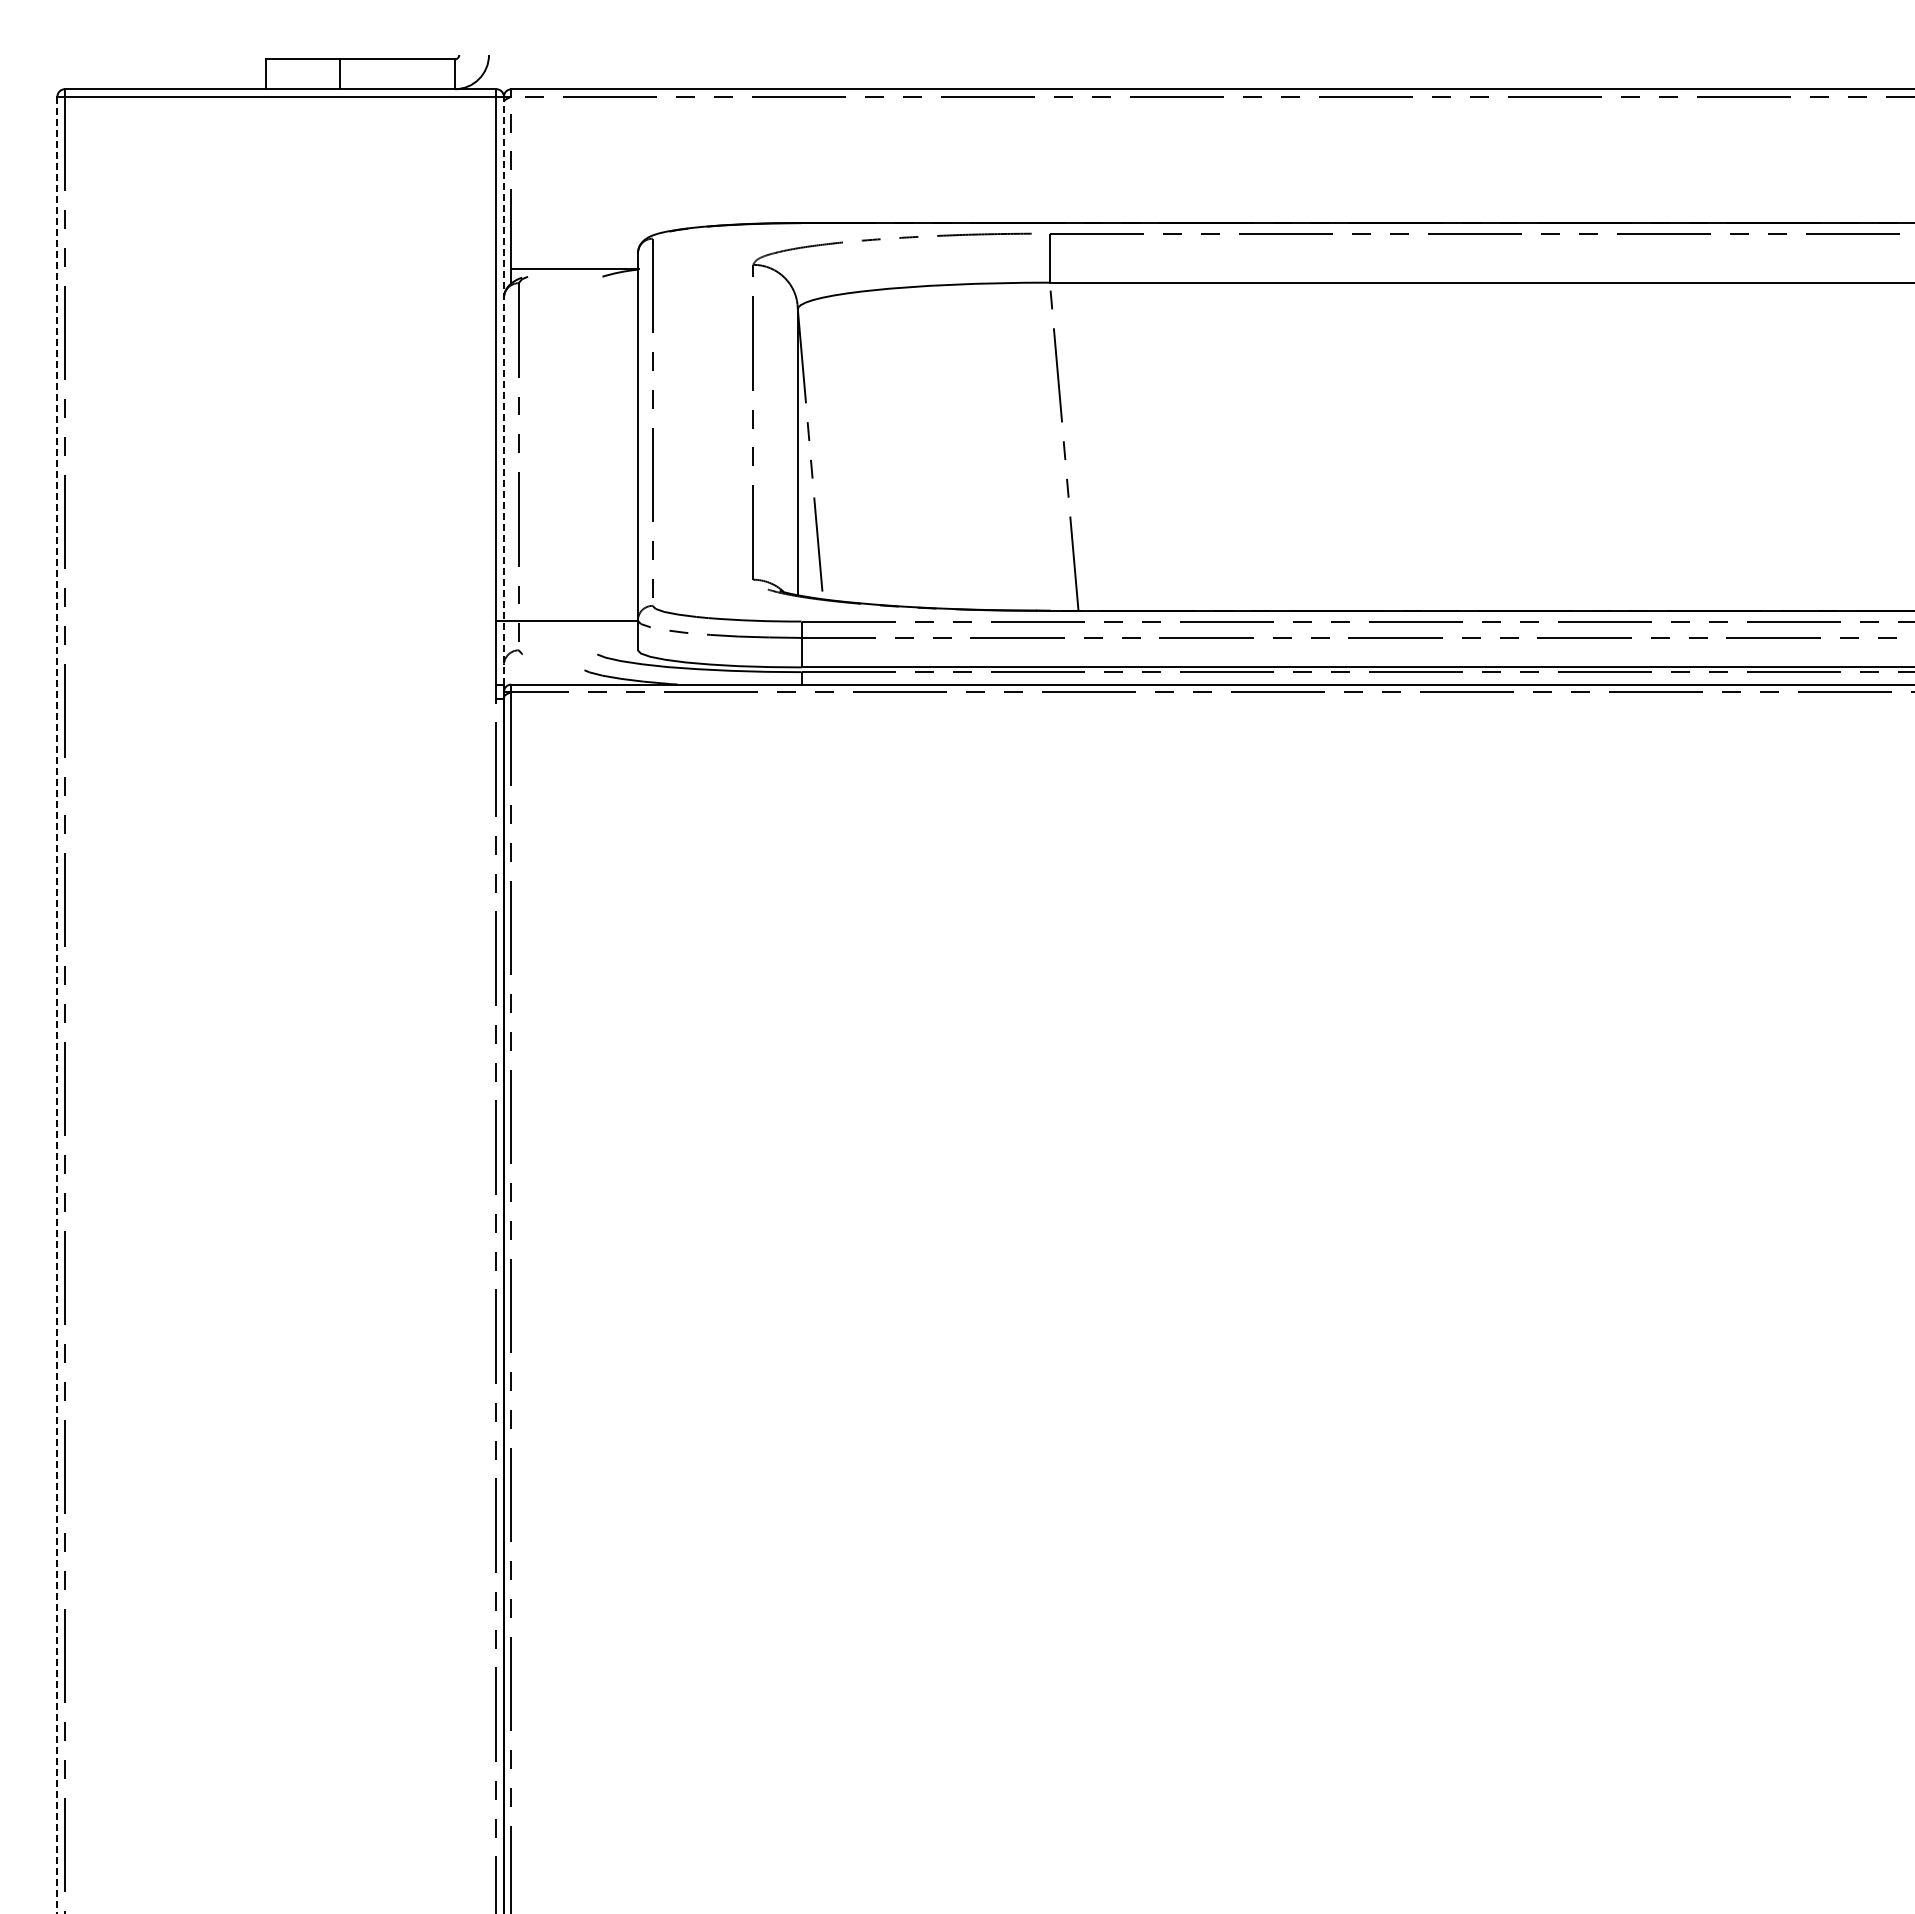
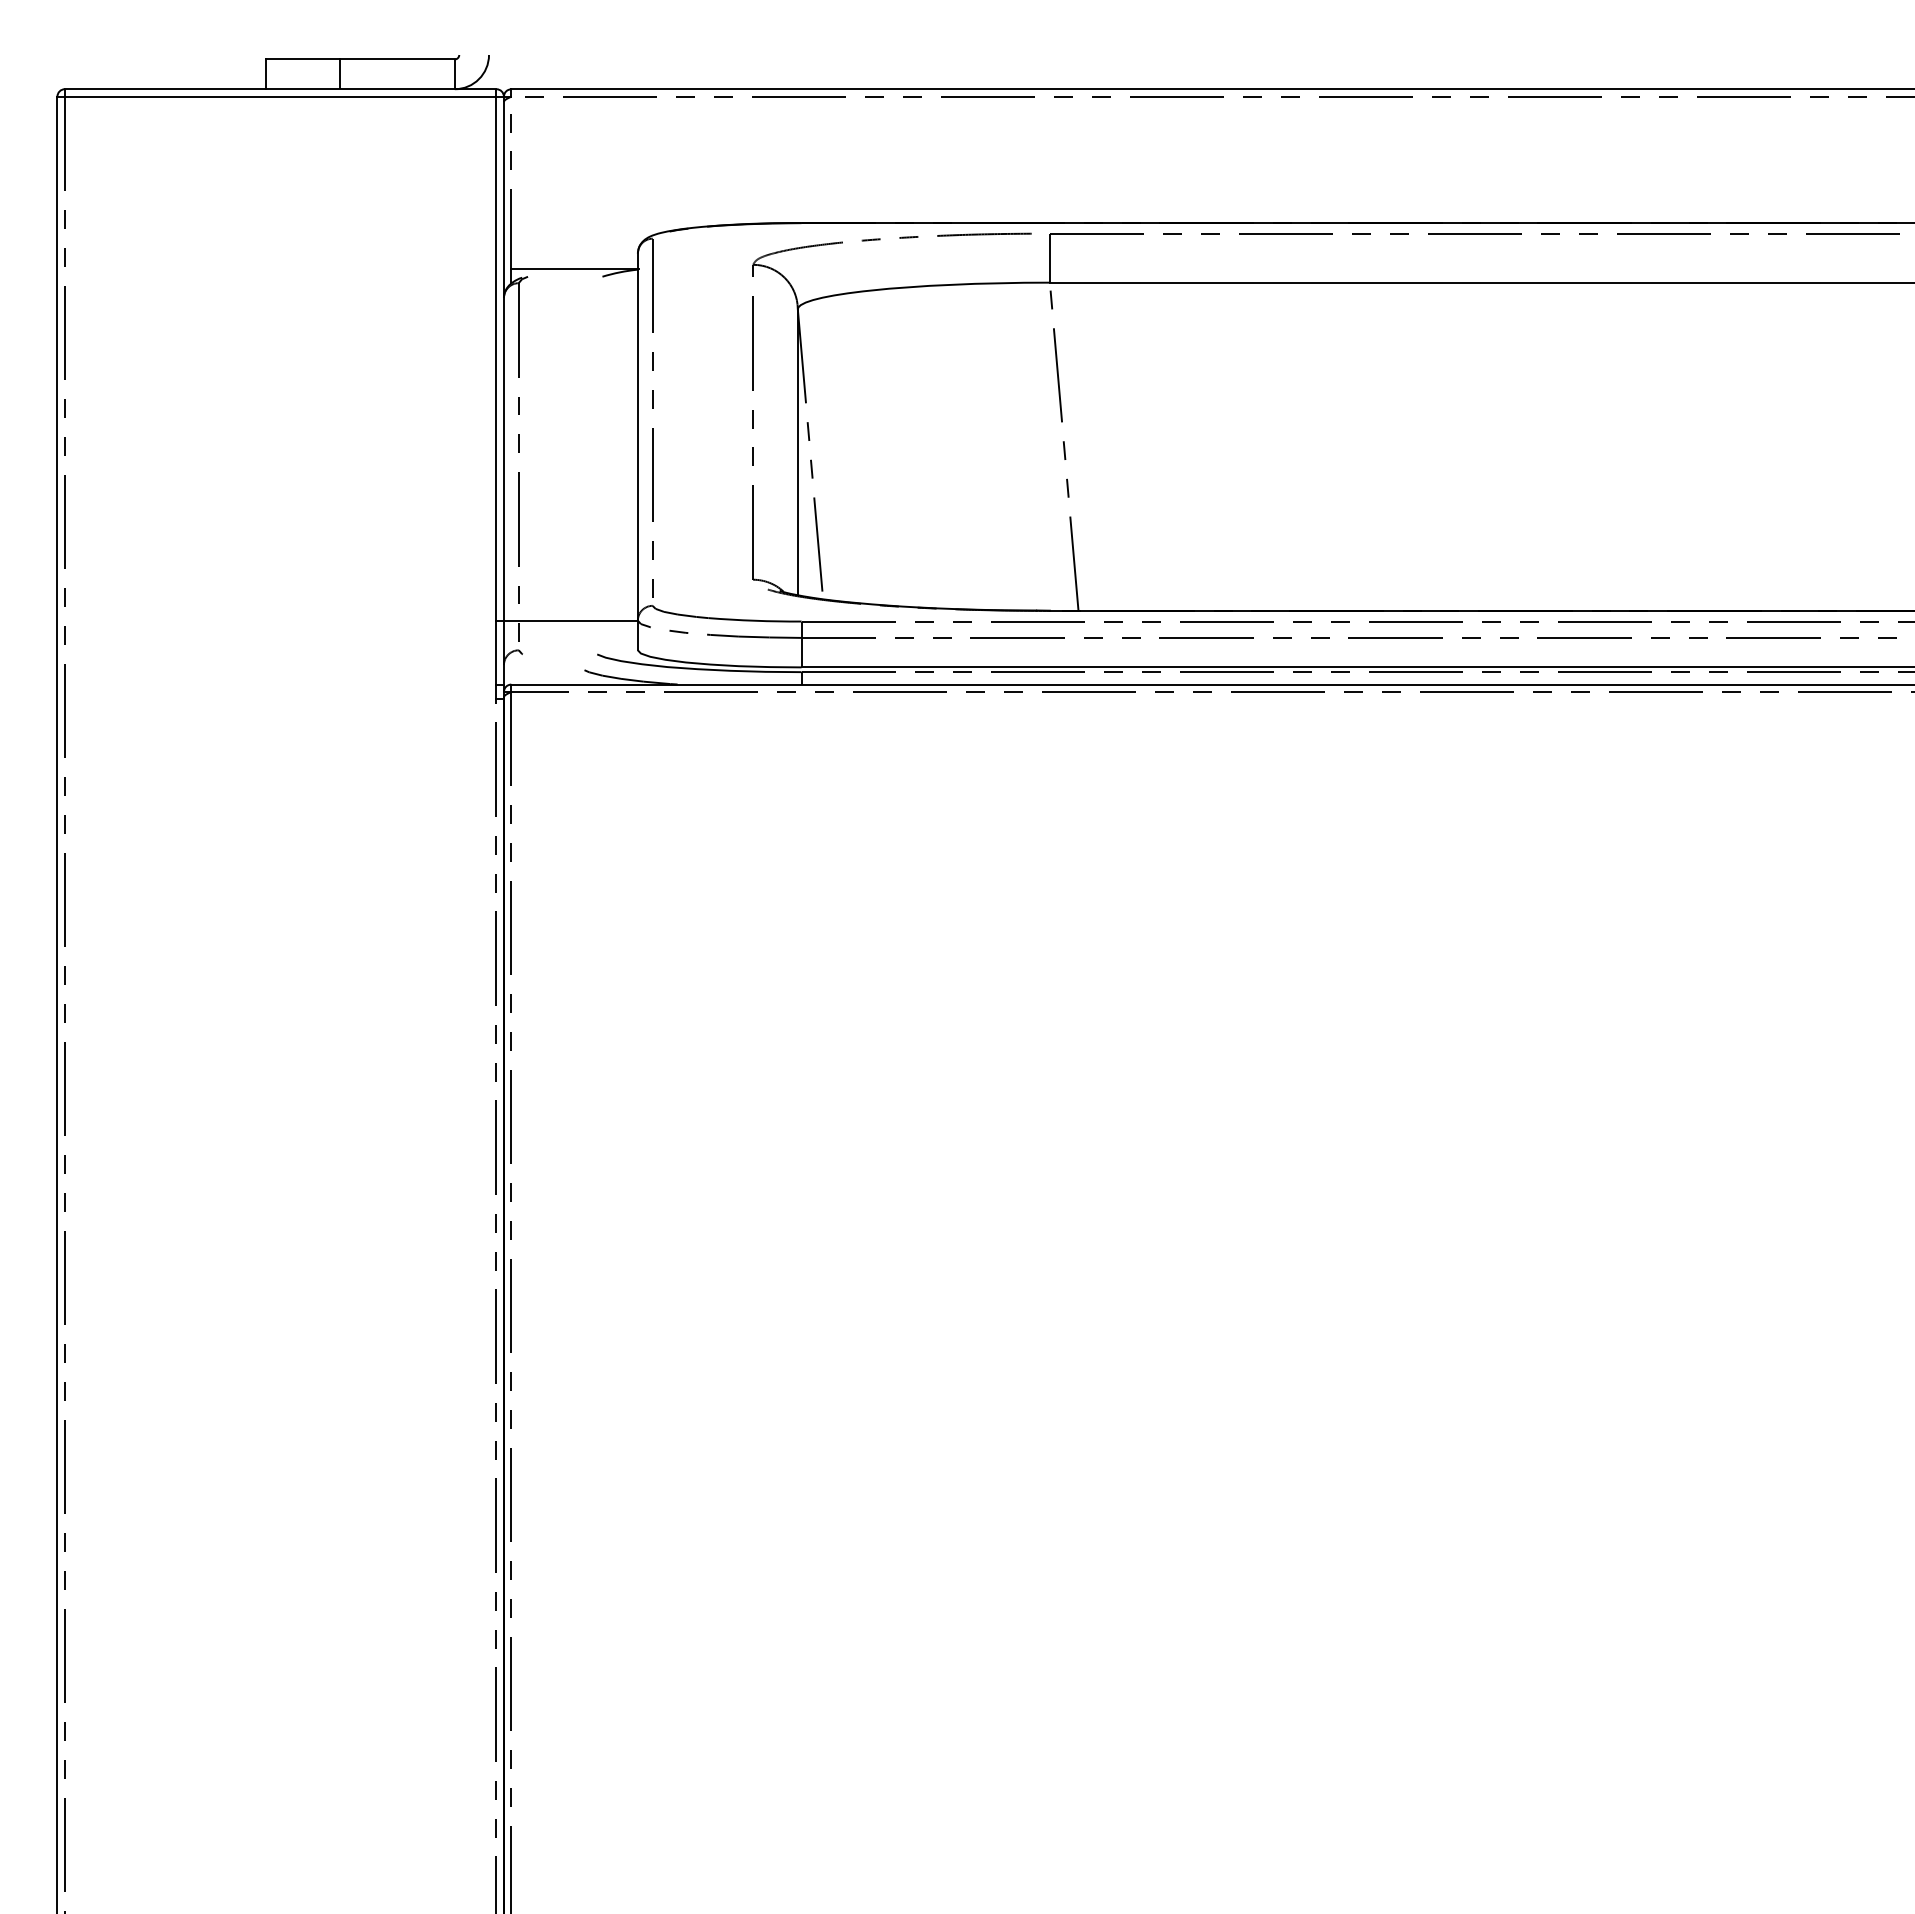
line at (503, 390): dashed -> solid
line at (57, 1005): dashed -> solid
